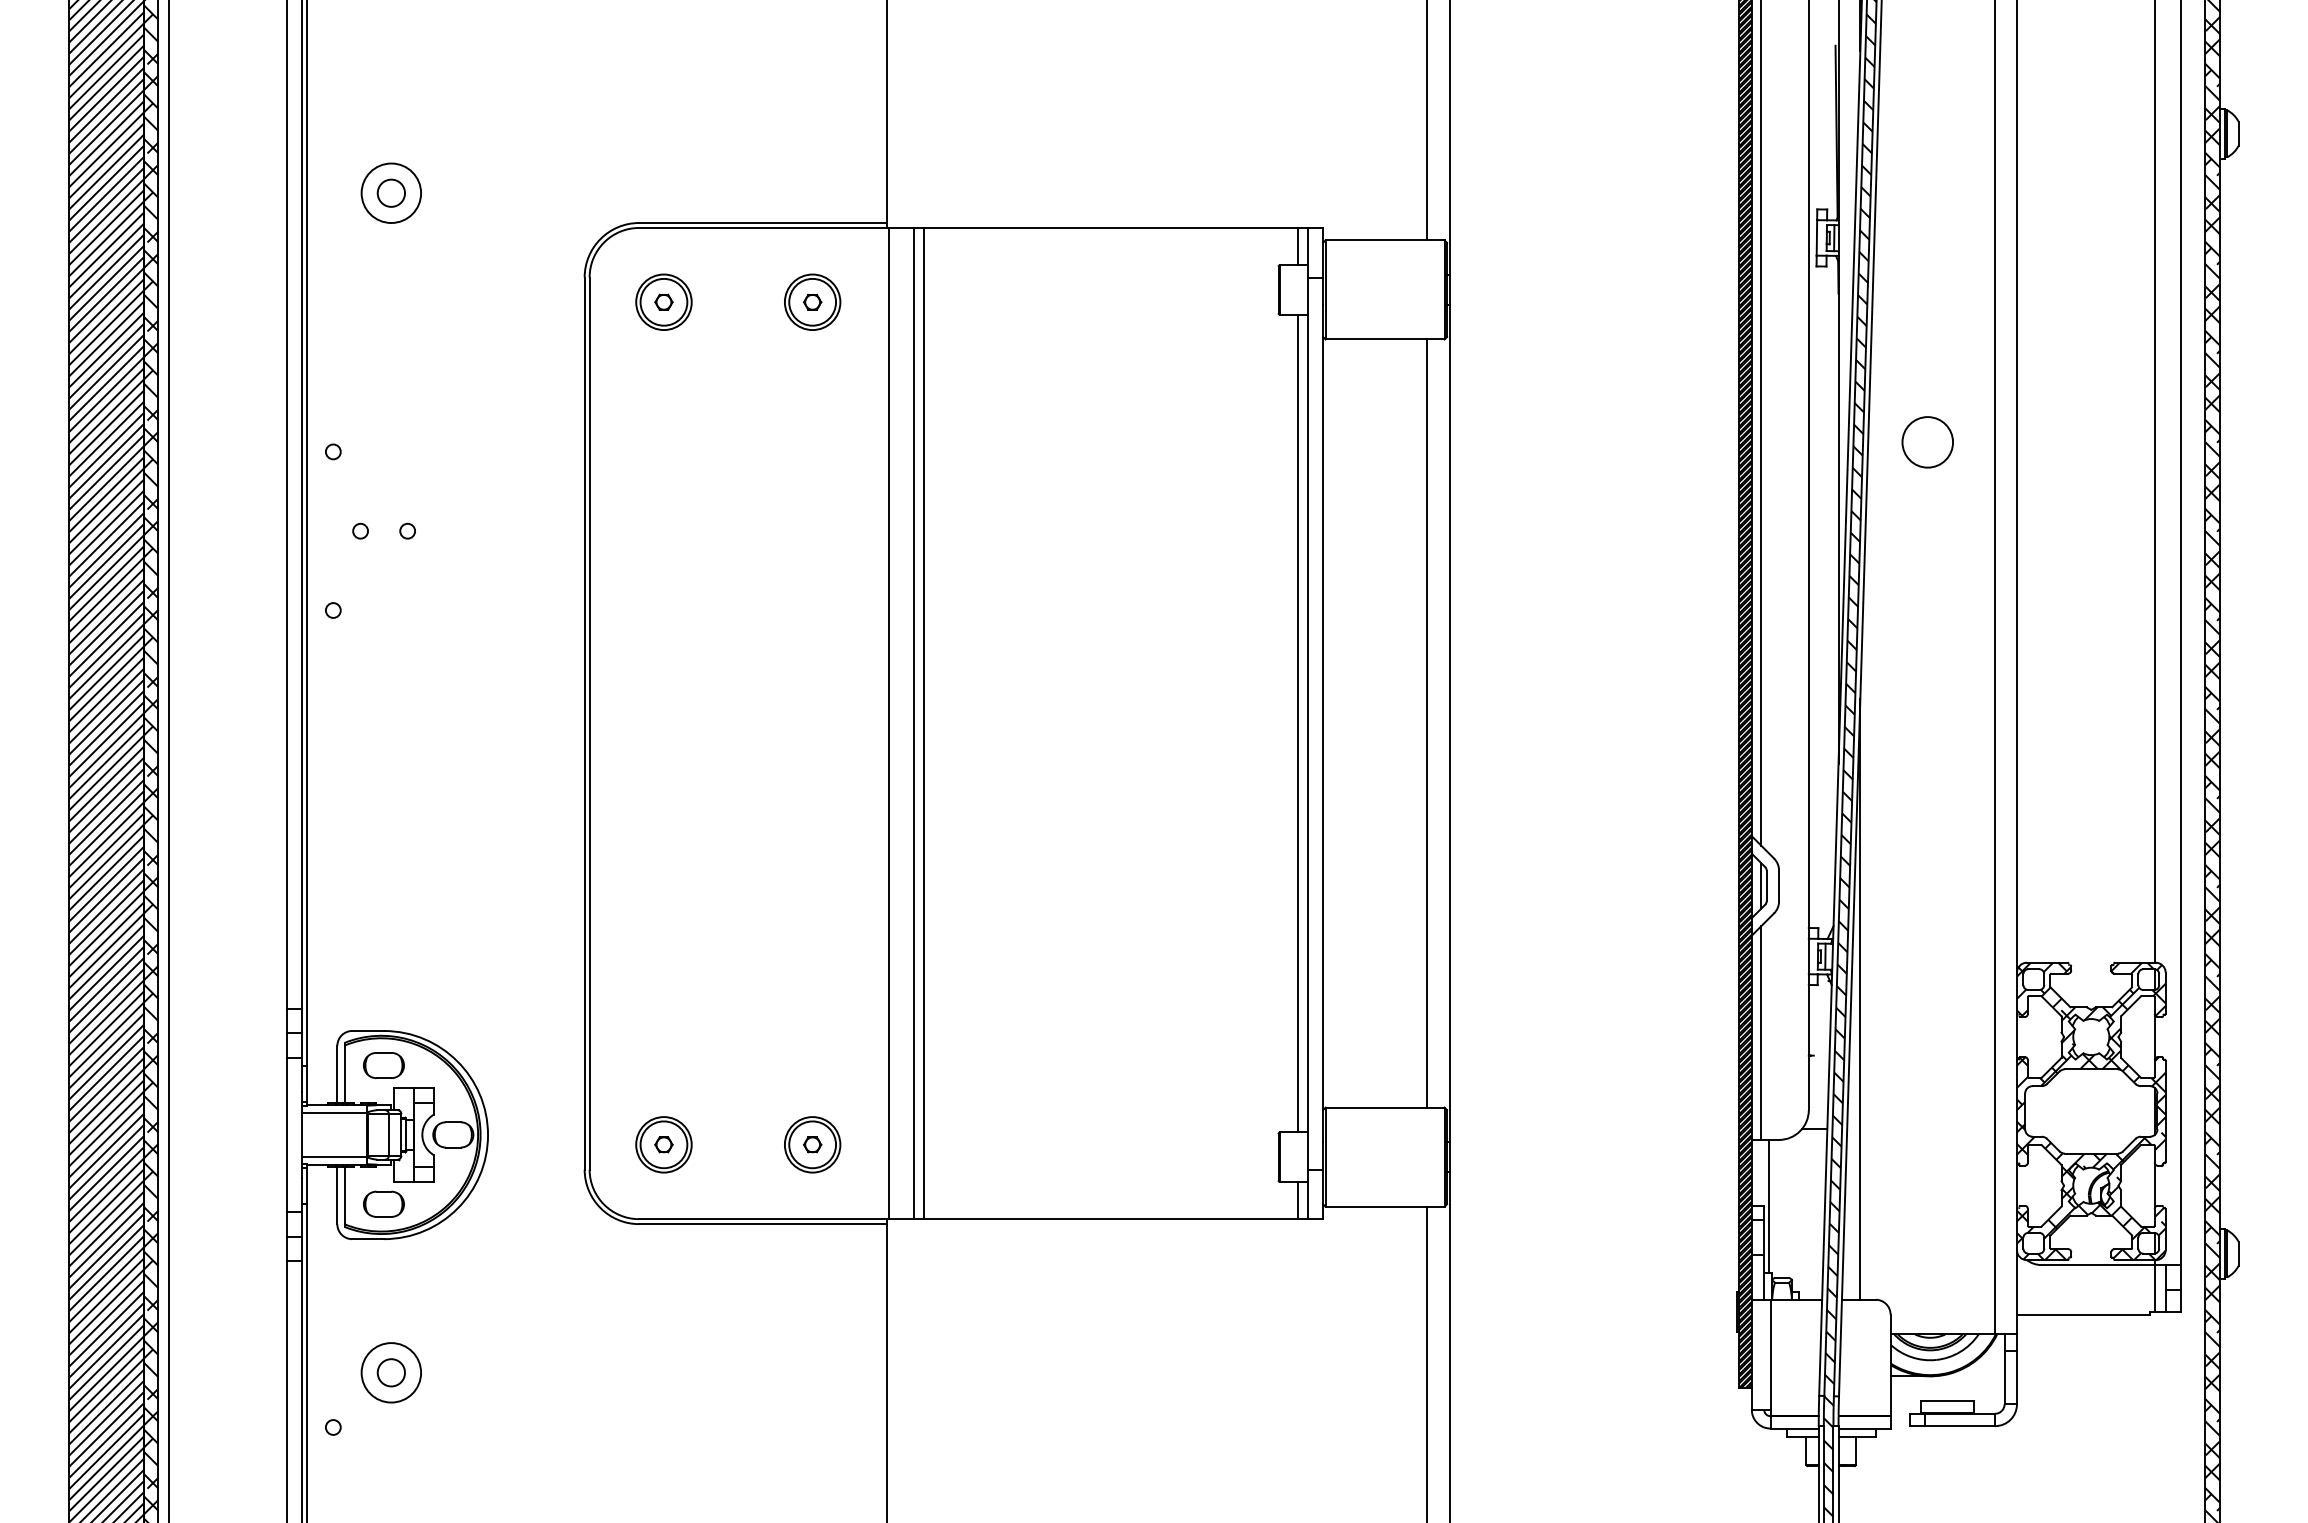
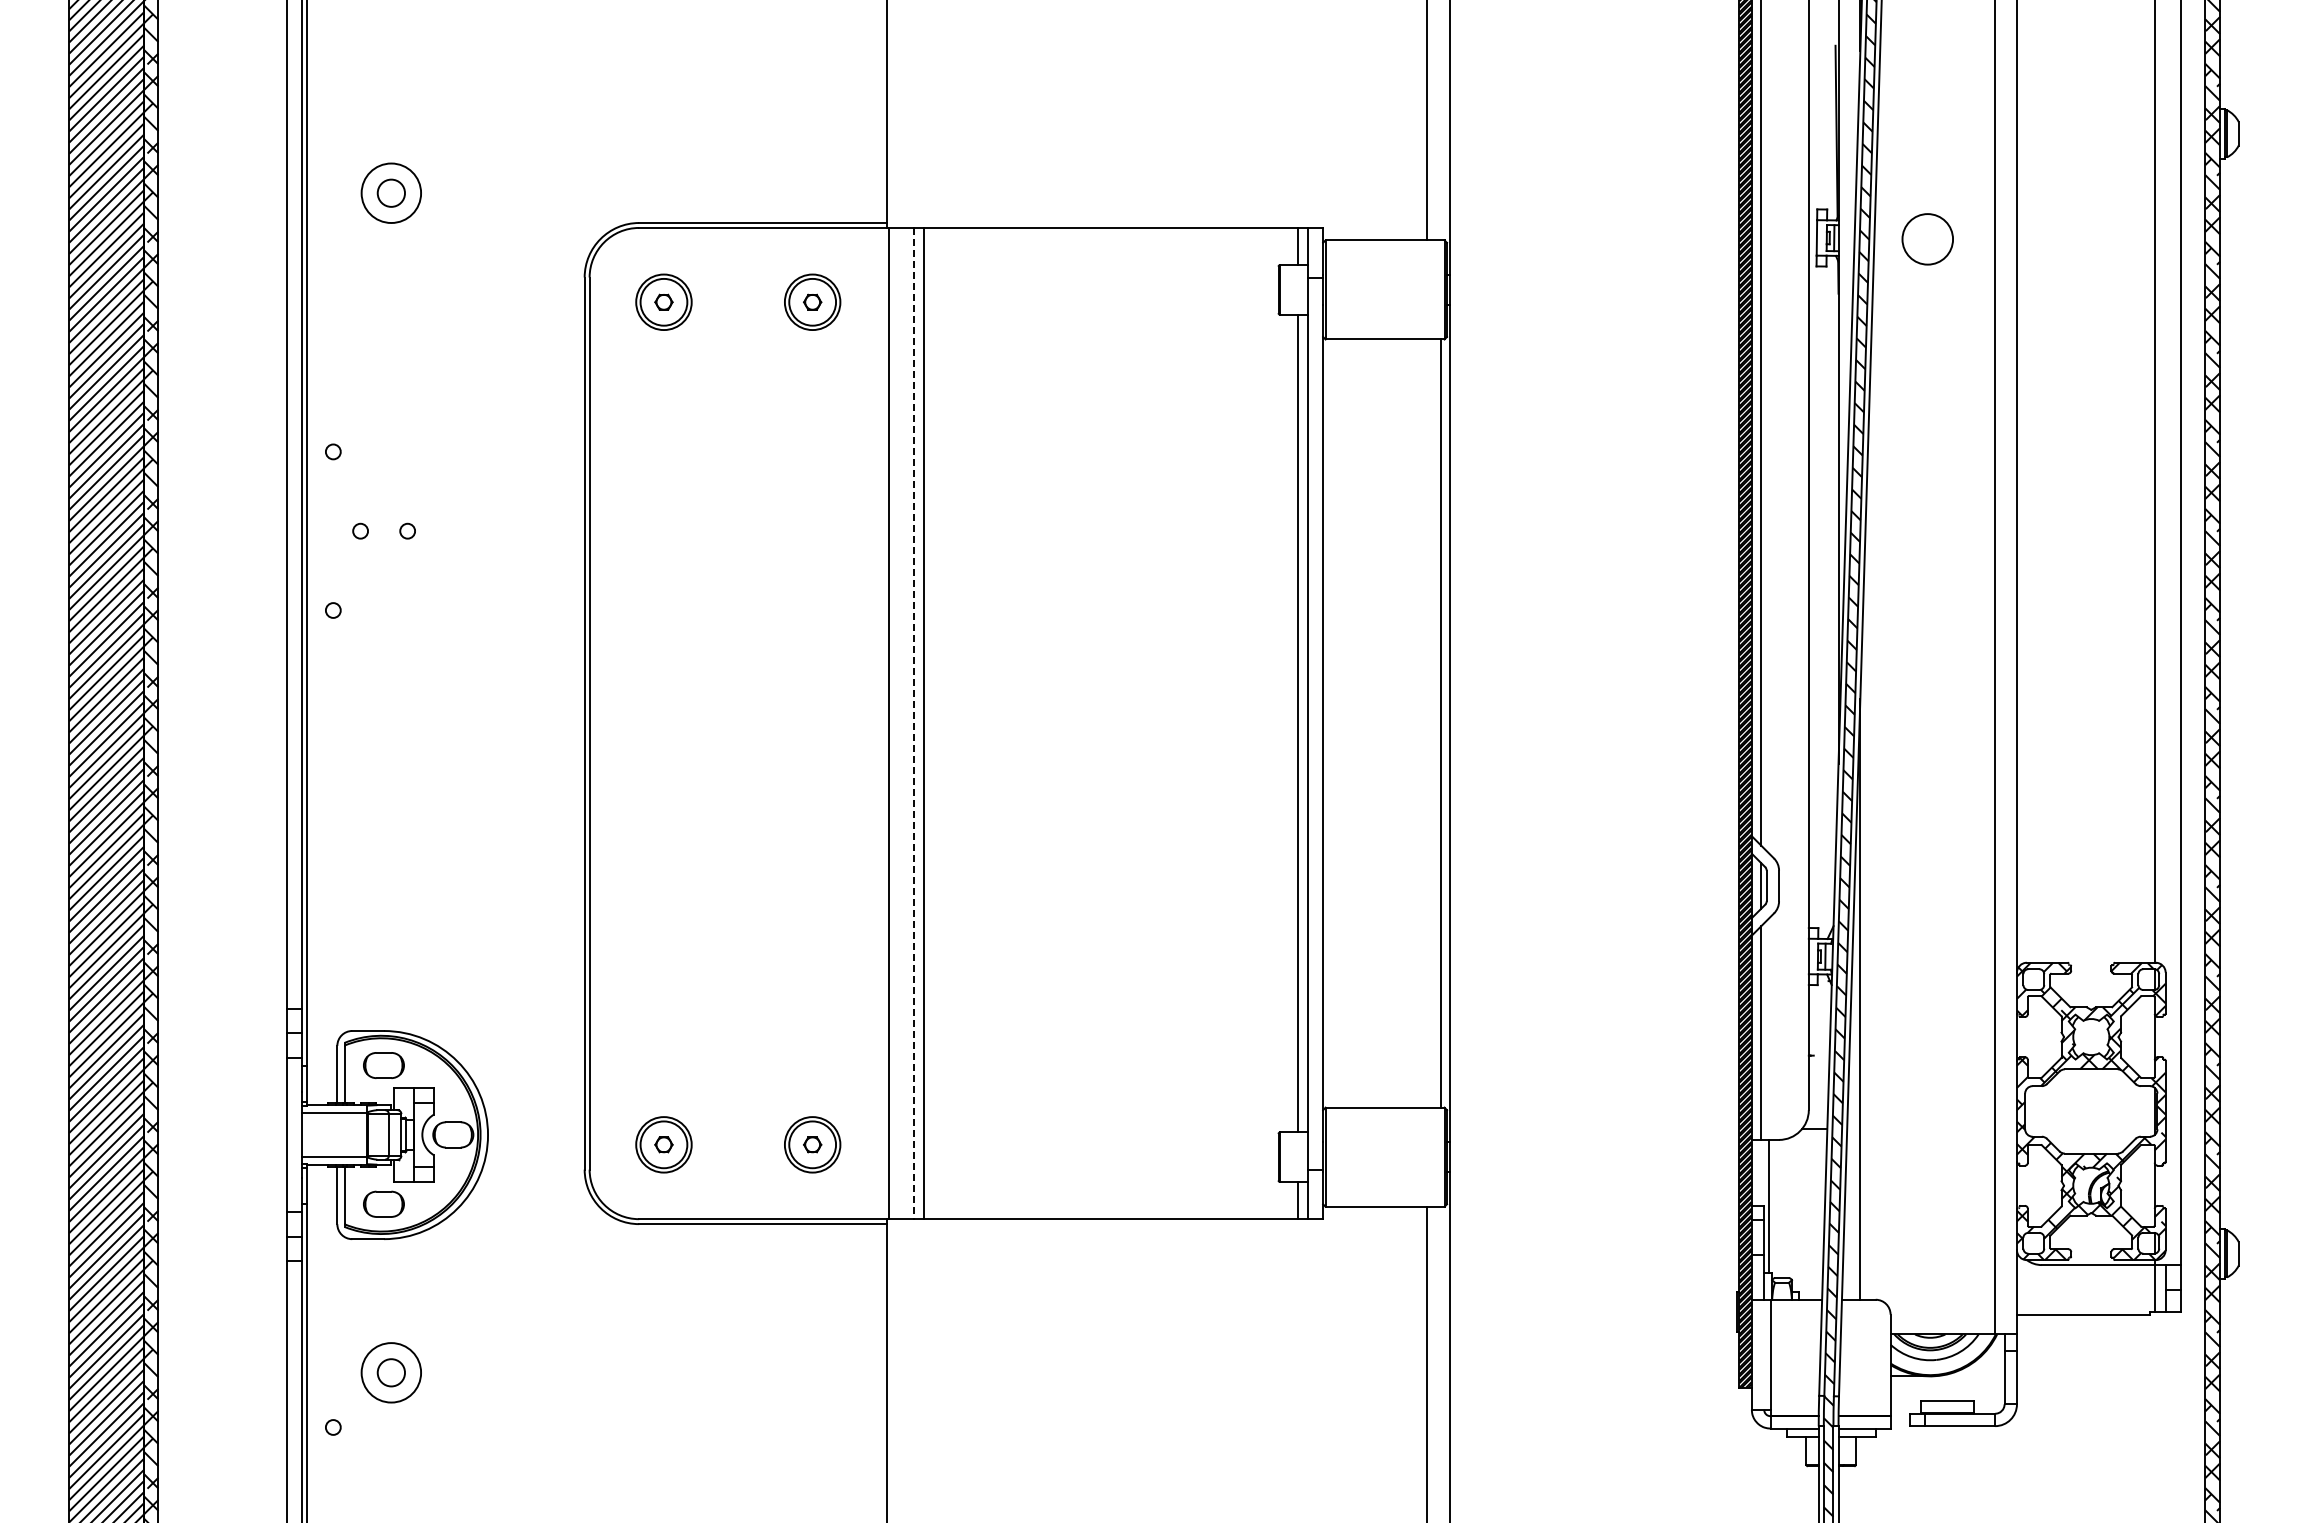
circle at (1927, 442) position: (1927, 442) -> (1927, 239)
line at (914, 723): solid -> dashed
line at (1427, 723) position: (1427, 723) -> (1441, 723)
line at (168, 760): present -> none
